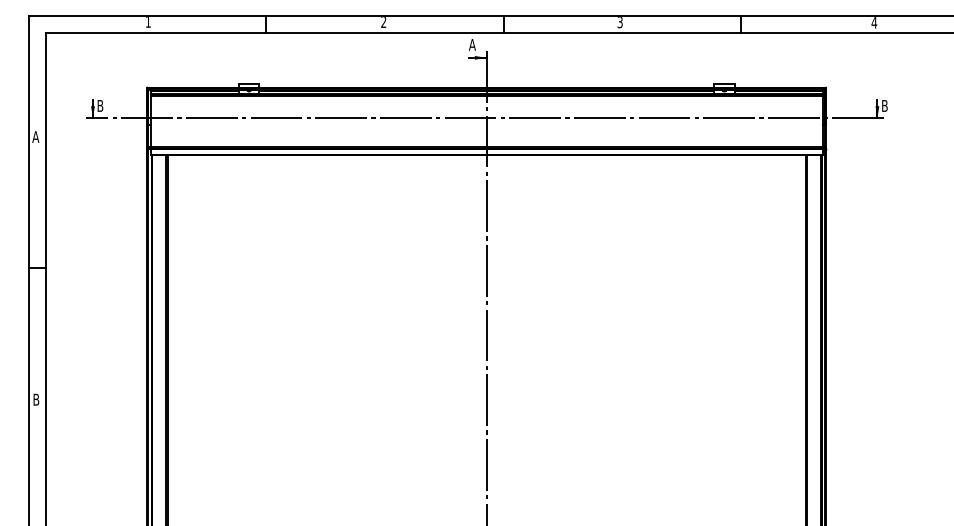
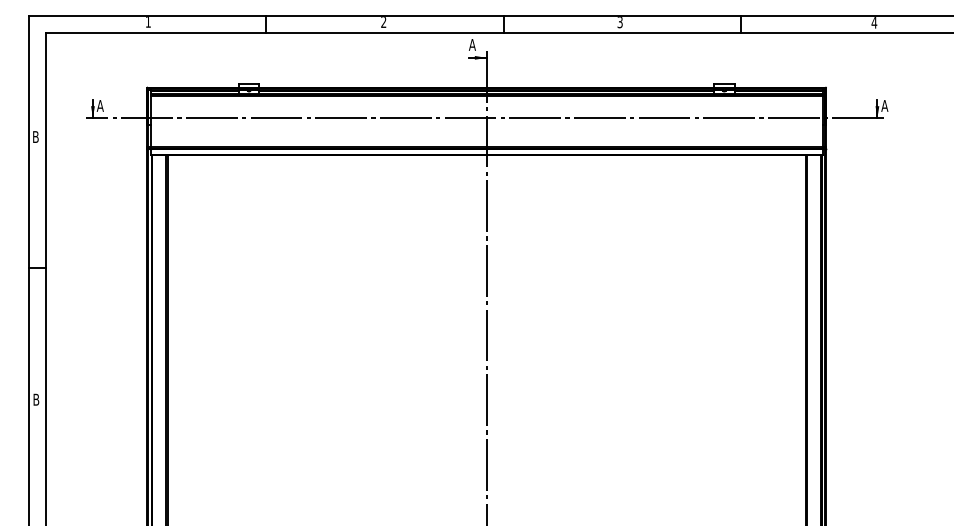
text at (99, 105): B -> A
text at (884, 105): B -> A
text at (35, 136): A -> B
